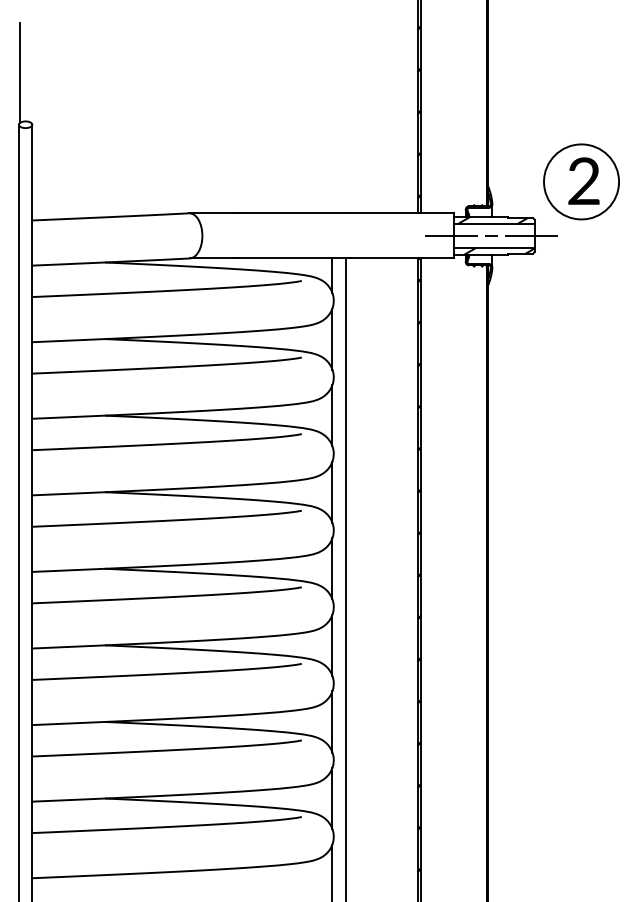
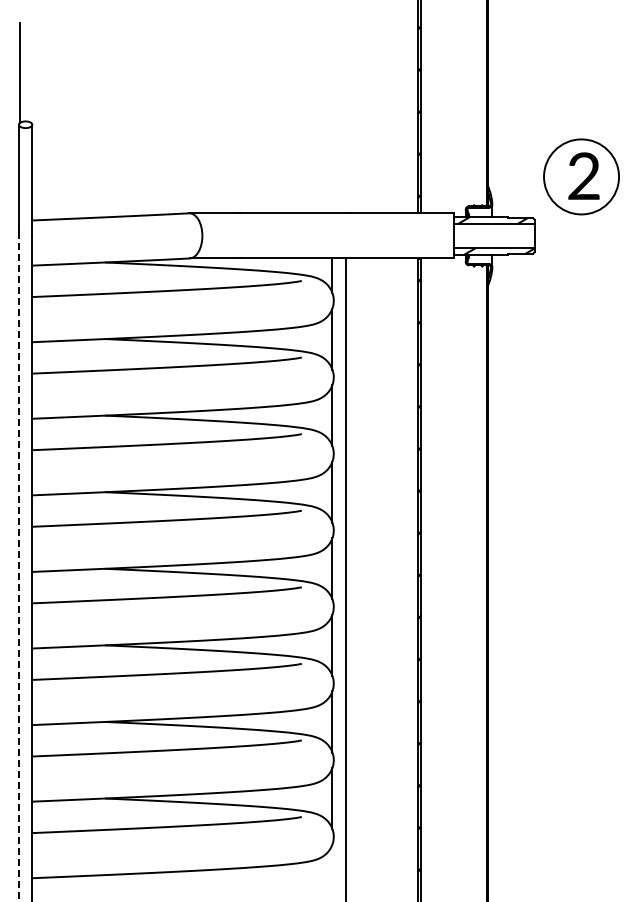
part at (581, 181) position: (581, 181) -> (581, 176)
line at (491, 235): present -> none
line at (18, 568): solid -> dashed
line at (332, 871): present -> none
